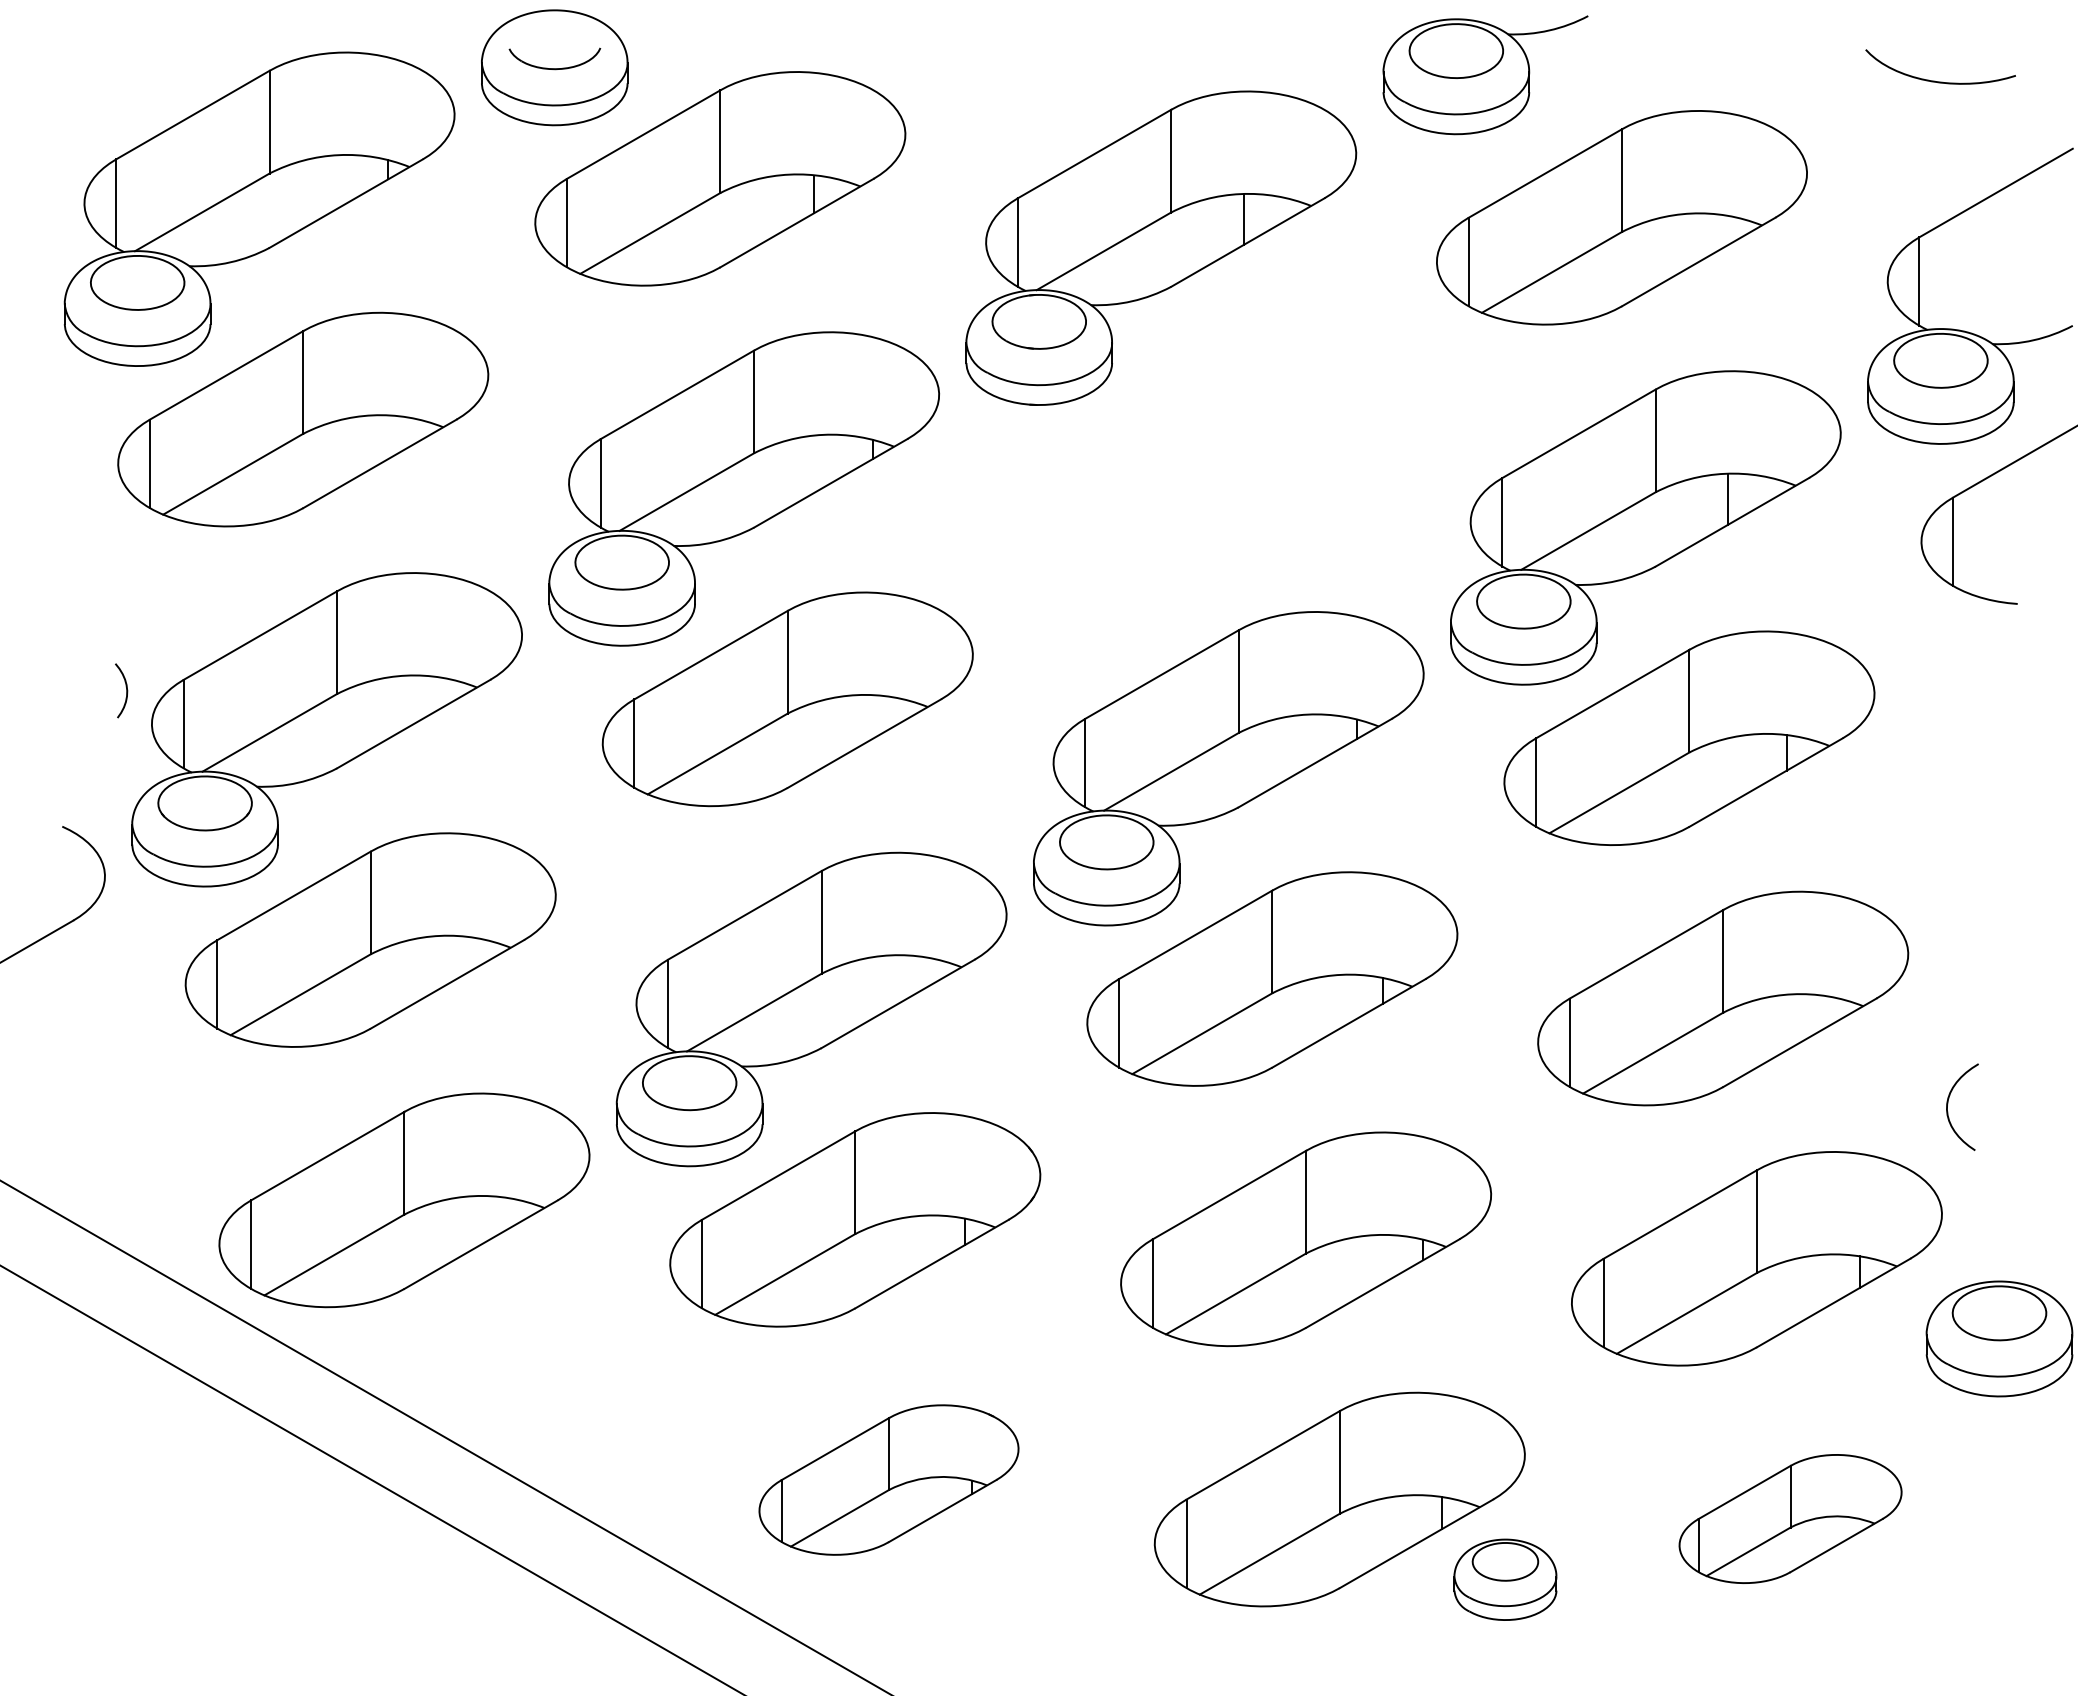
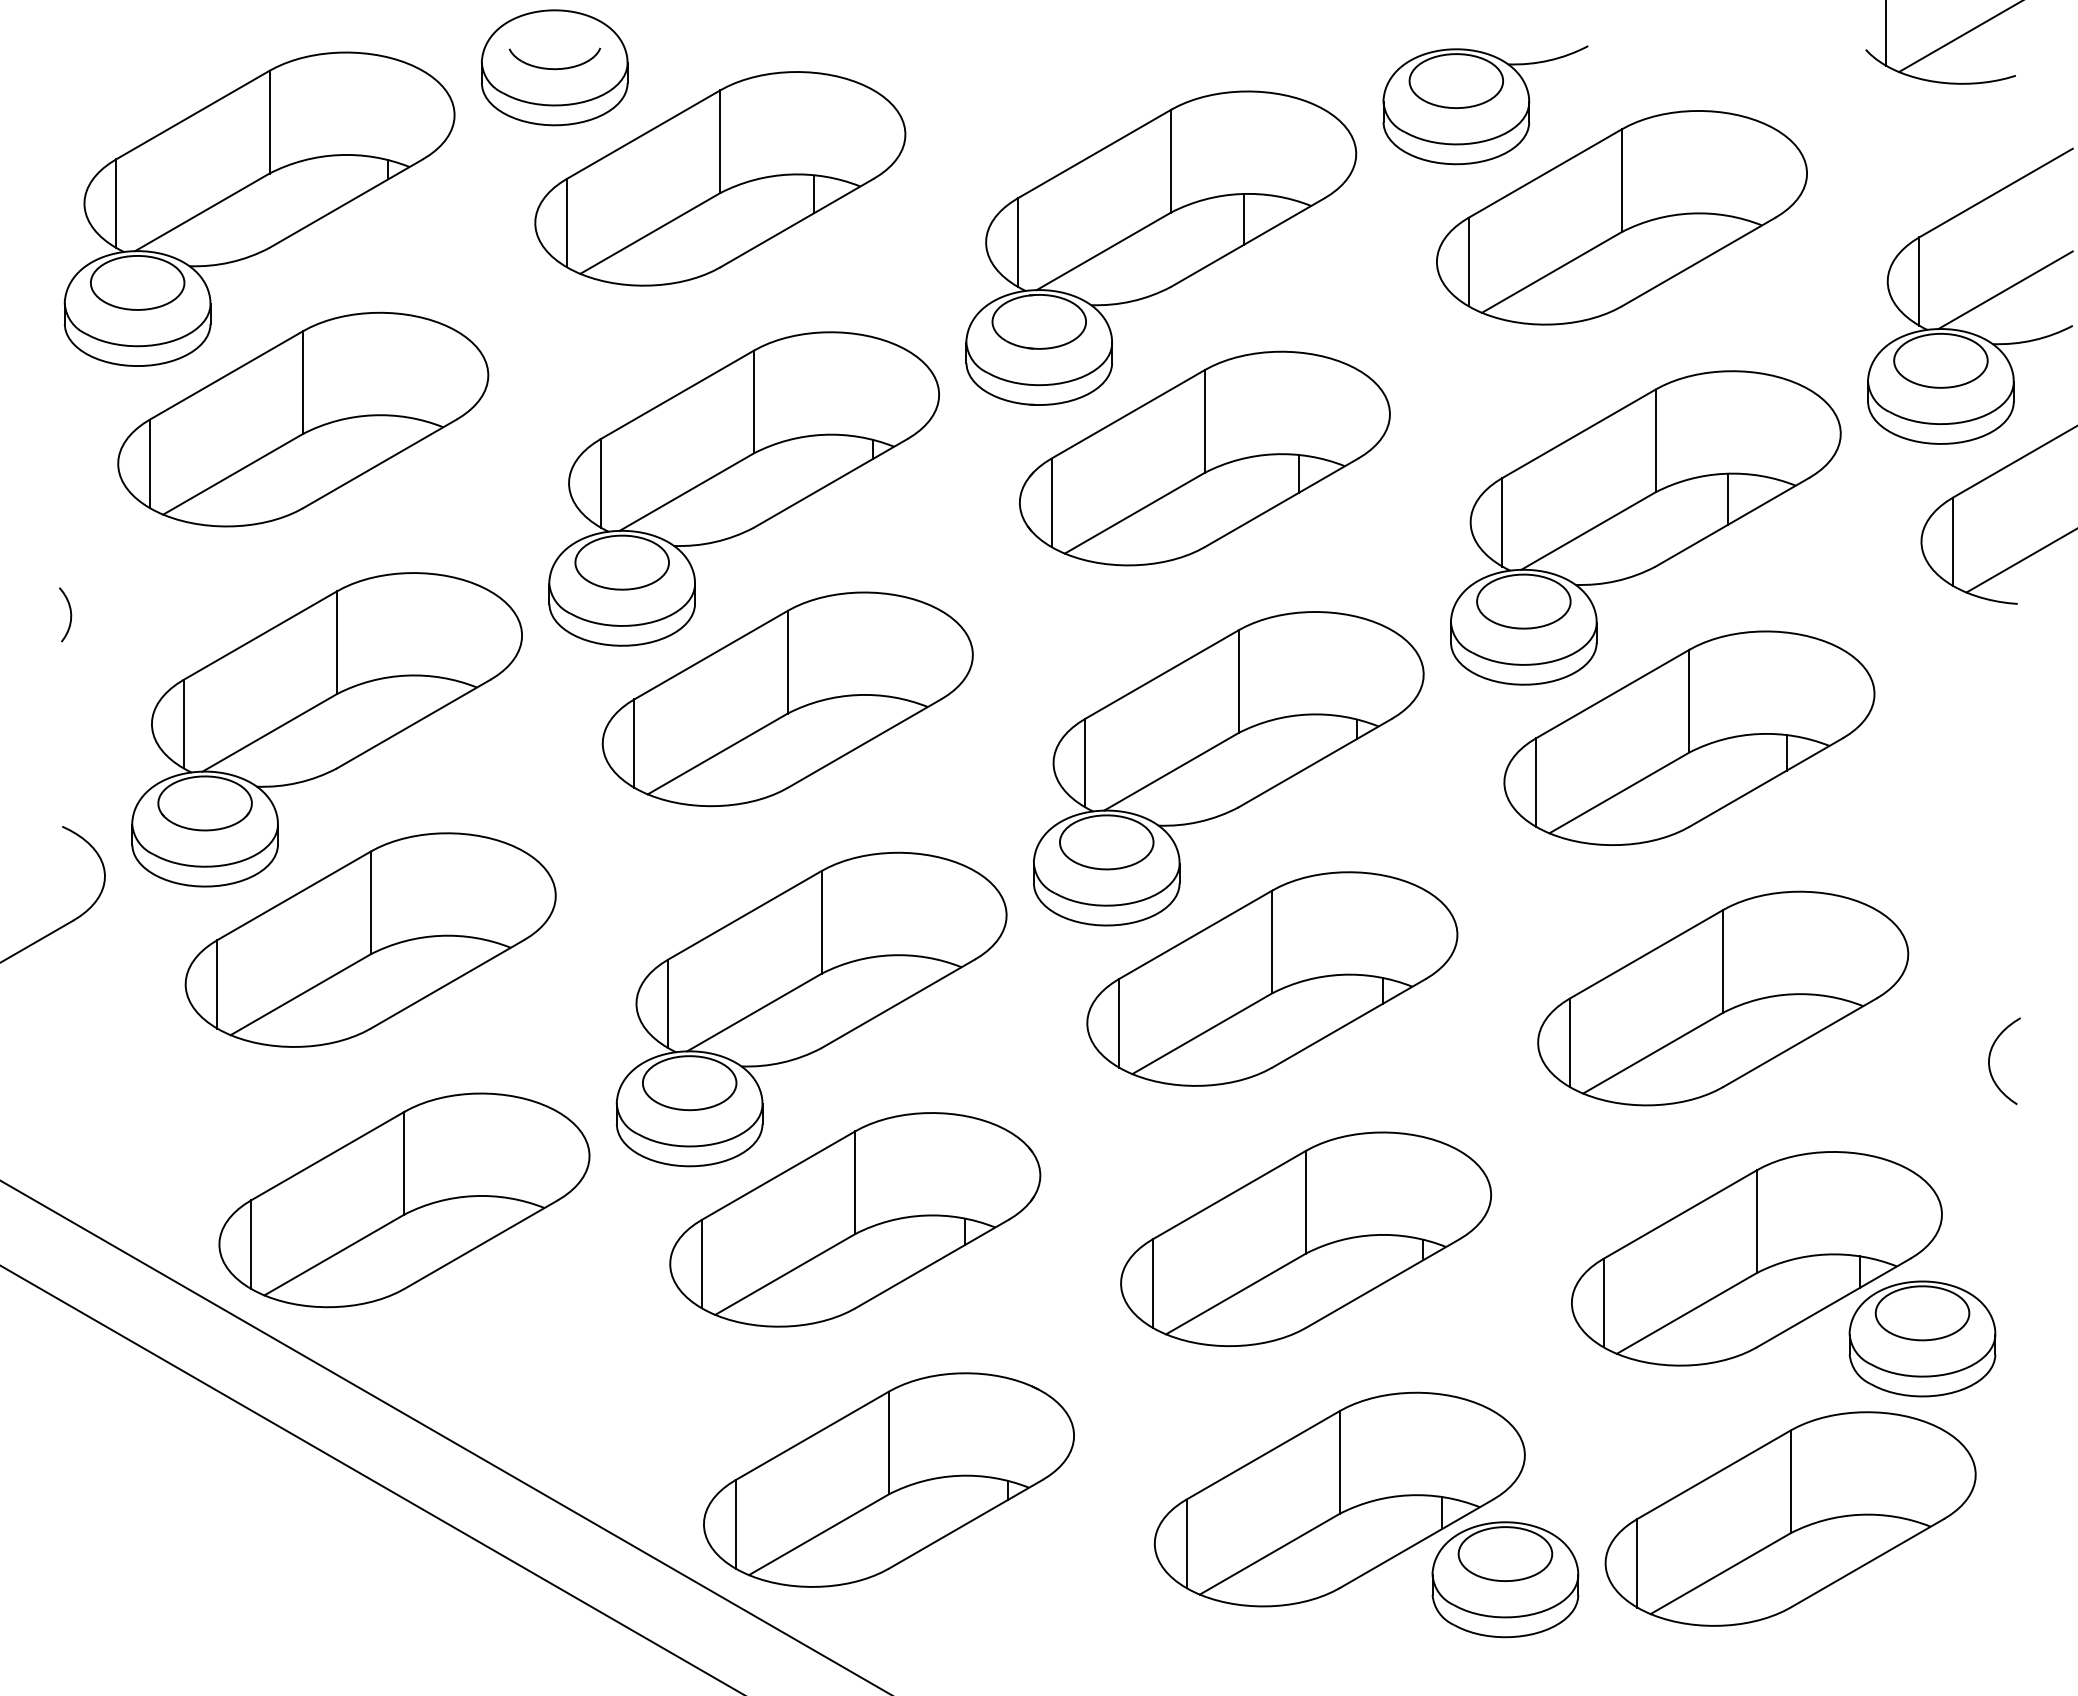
line at (1885, 33): none -> present
line at (1959, 37): none -> present
part at (1485, 75) position: (1485, 75) -> (1485, 105)
line at (2005, 290): none -> present
part at (1204, 458): none -> present
line at (2020, 561): none -> present
curve at (126, 690) position: (126, 690) -> (70, 614)
curve at (1948, 1104) position: (1948, 1104) -> (1990, 1058)
part at (1999, 1338) position: (1999, 1338) -> (1922, 1338)
part at (888, 1479) size: 262x152 px -> 372x216 px
part at (1790, 1518) size: 225x130 px -> 373x216 px
part at (1505, 1579) size: 105x83 px -> 149x118 px
